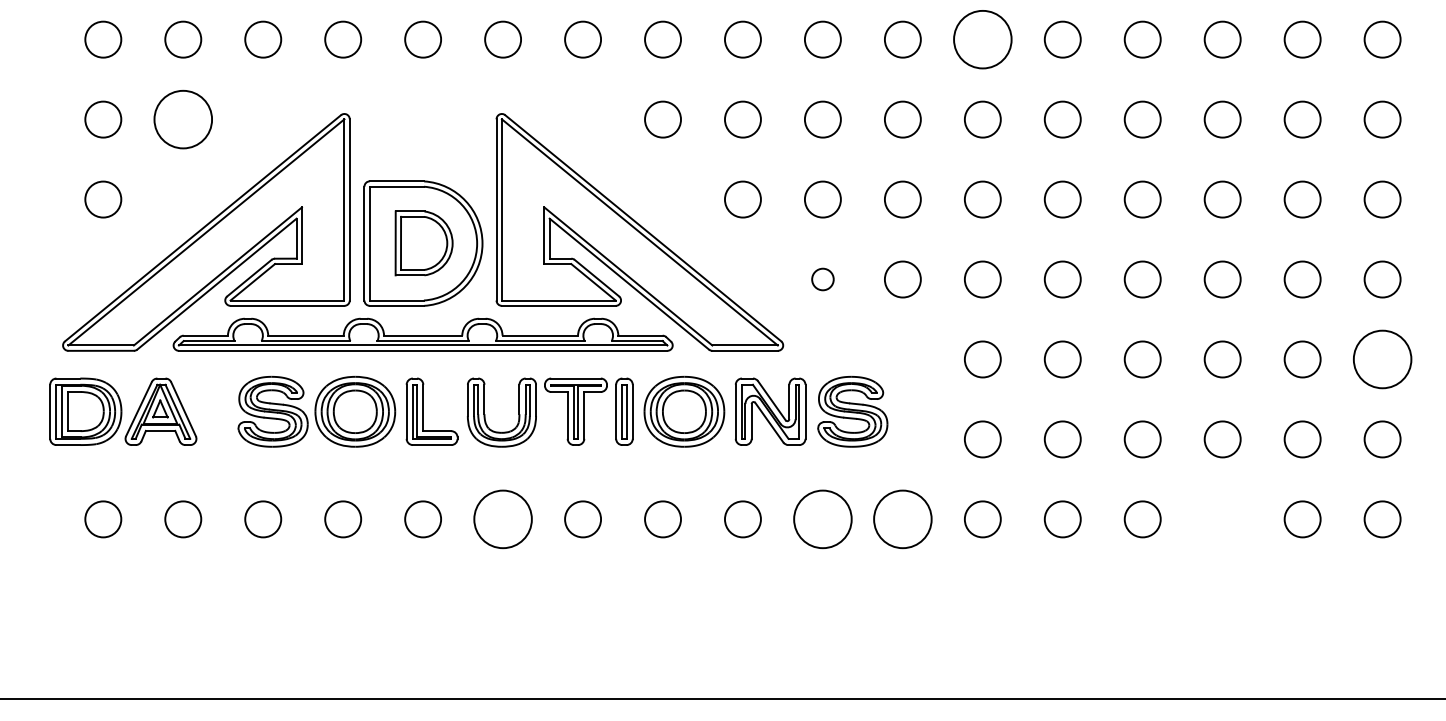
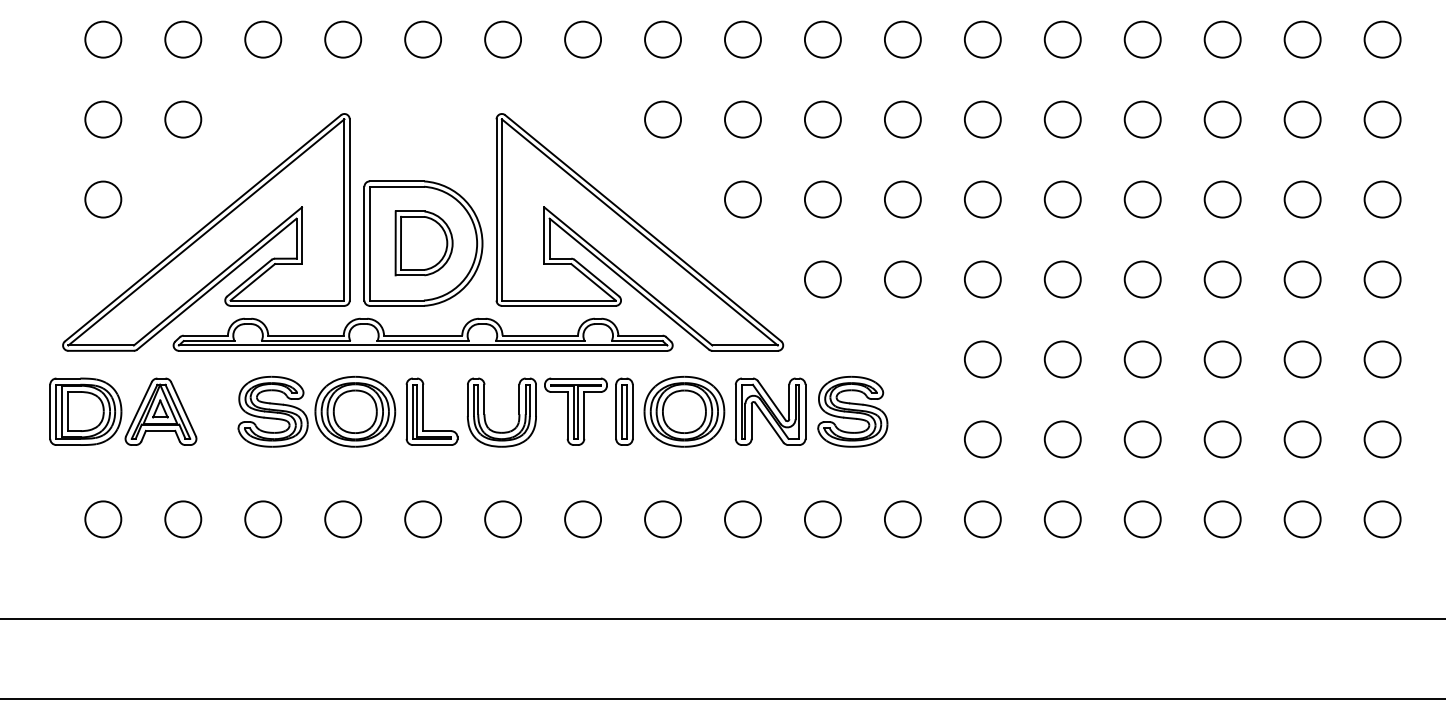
circle at (982, 39) diameter: 58 px -> 36 px
circle at (183, 119) diameter: 58 px -> 36 px
circle at (822, 279) size: 24x25 px -> 38x39 px
circle at (1382, 359) diameter: 58 px -> 36 px
circle at (502, 519) diameter: 58 px -> 36 px
circle at (822, 519) diameter: 58 px -> 36 px
circle at (902, 519) diameter: 58 px -> 36 px
circle at (1222, 519): none -> present
line at (722, 619): none -> present
